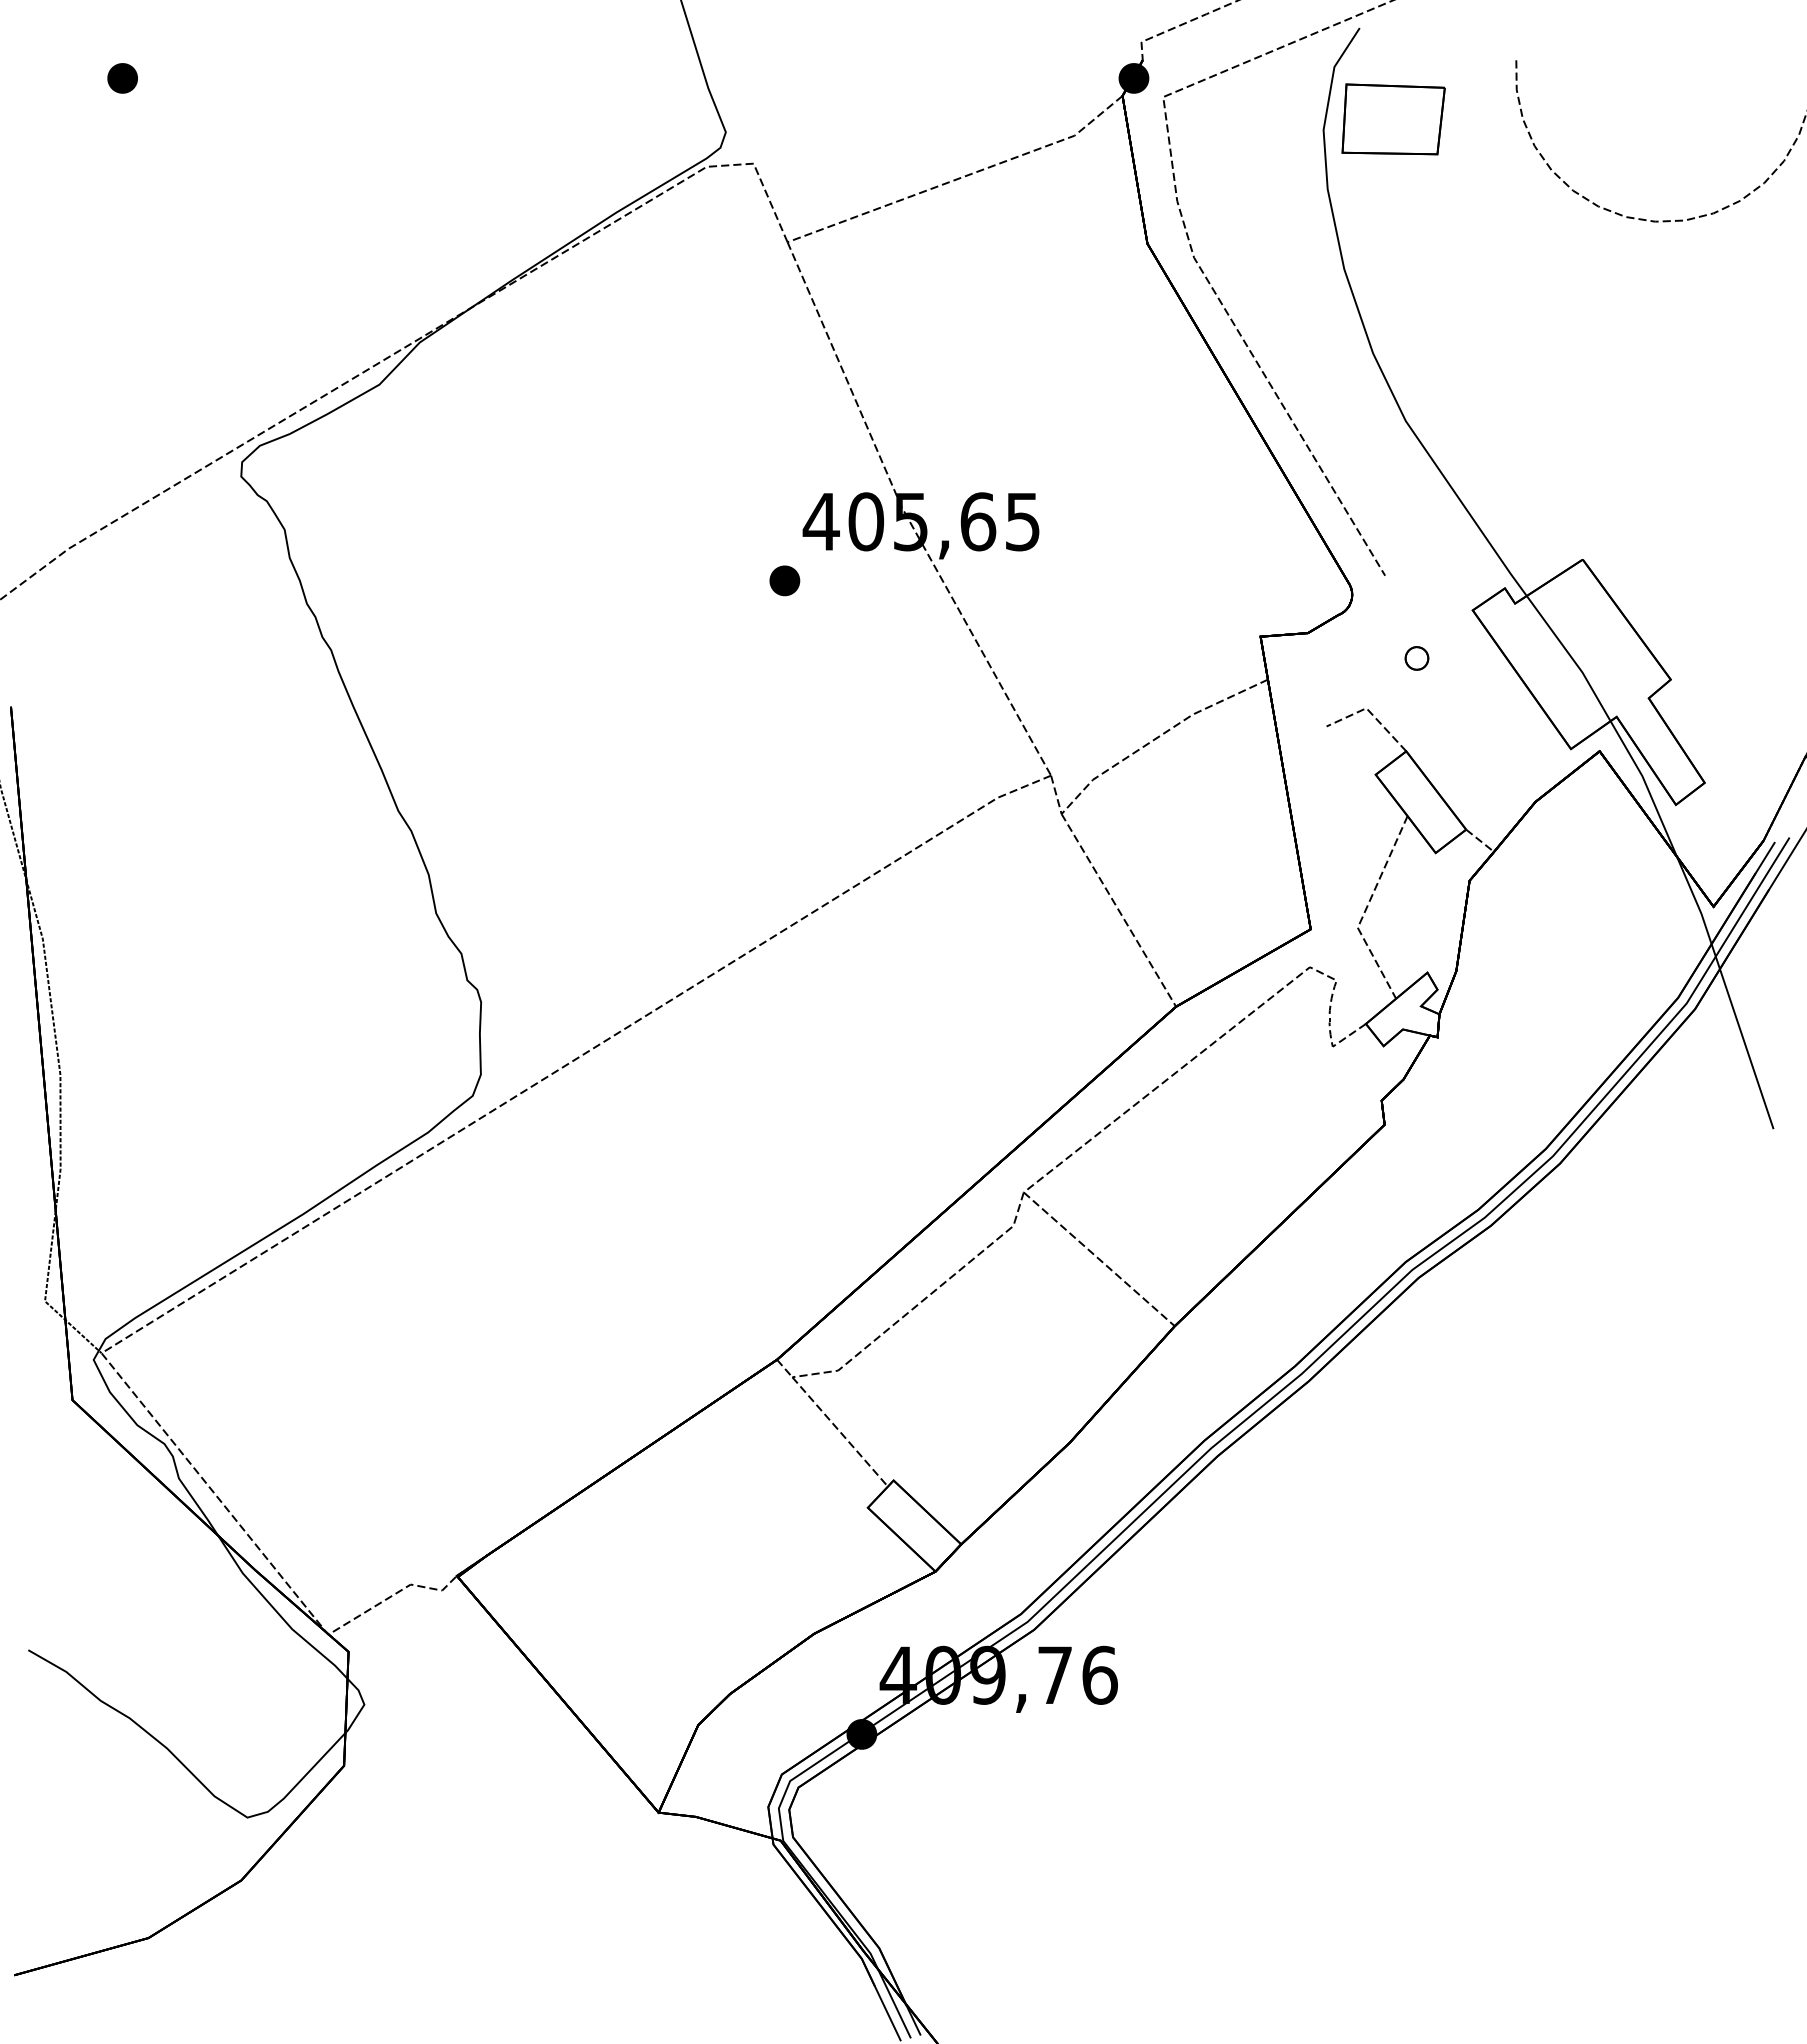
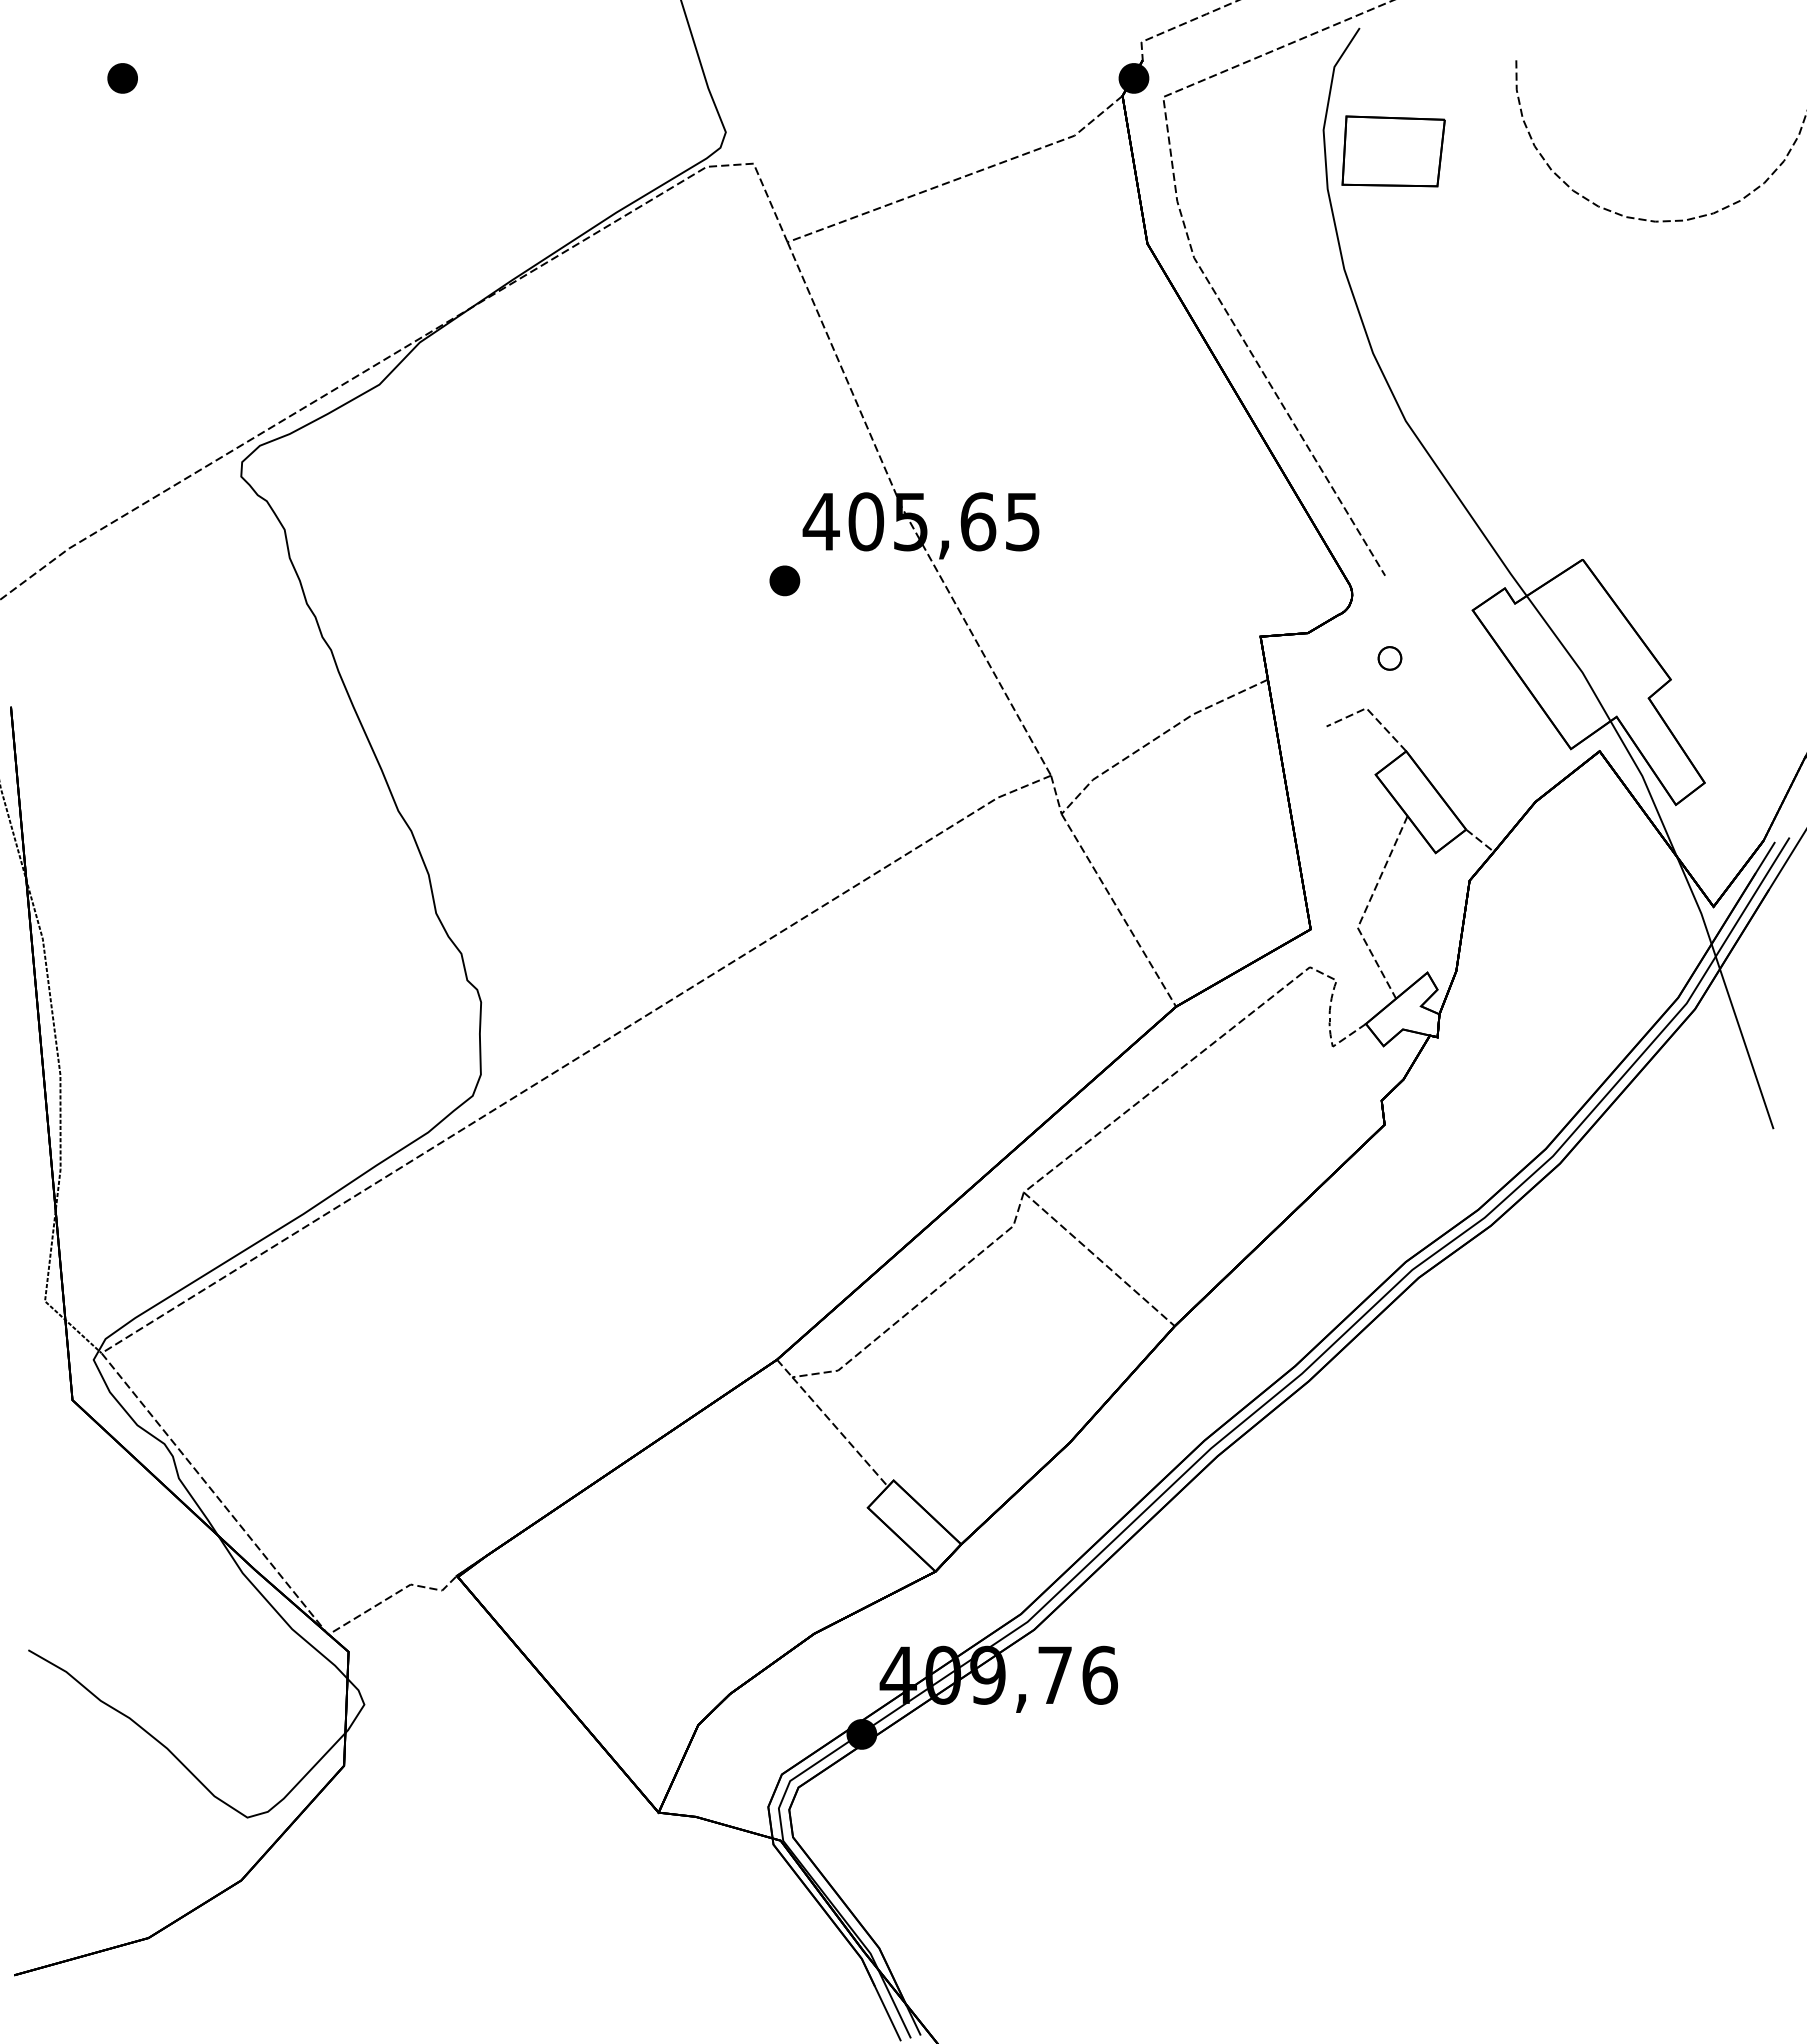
part at (1393, 119) position: (1393, 119) -> (1393, 151)
part at (1416, 658) position: (1416, 658) -> (1389, 658)
